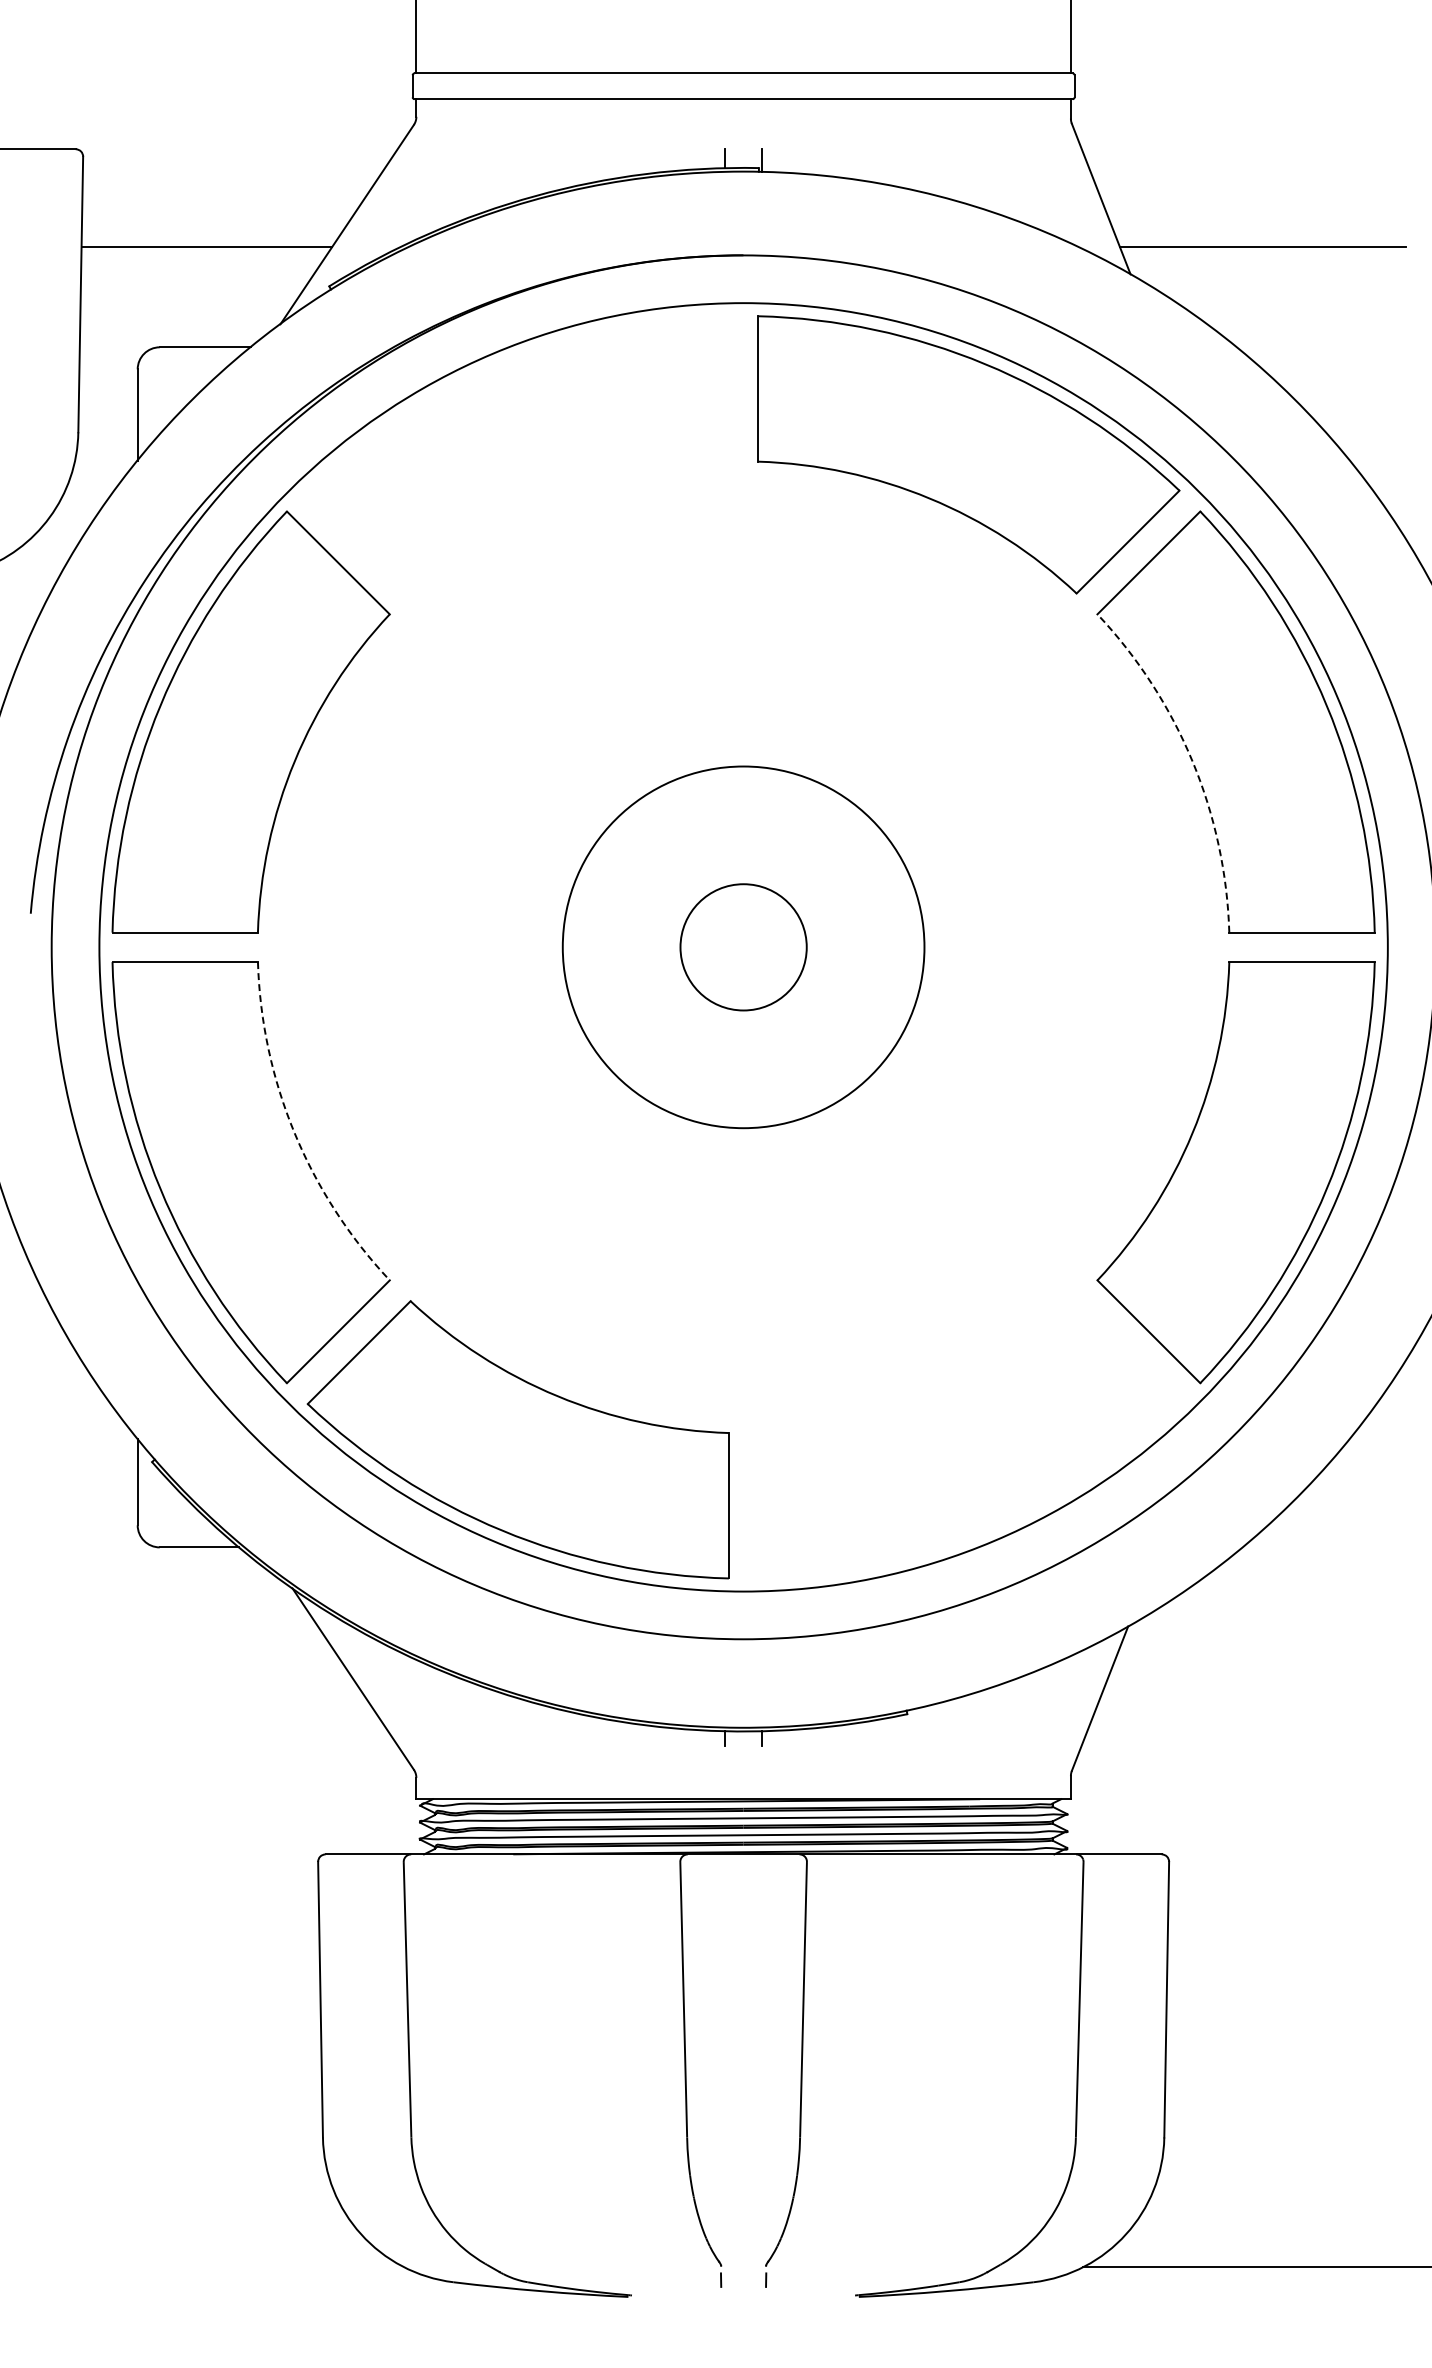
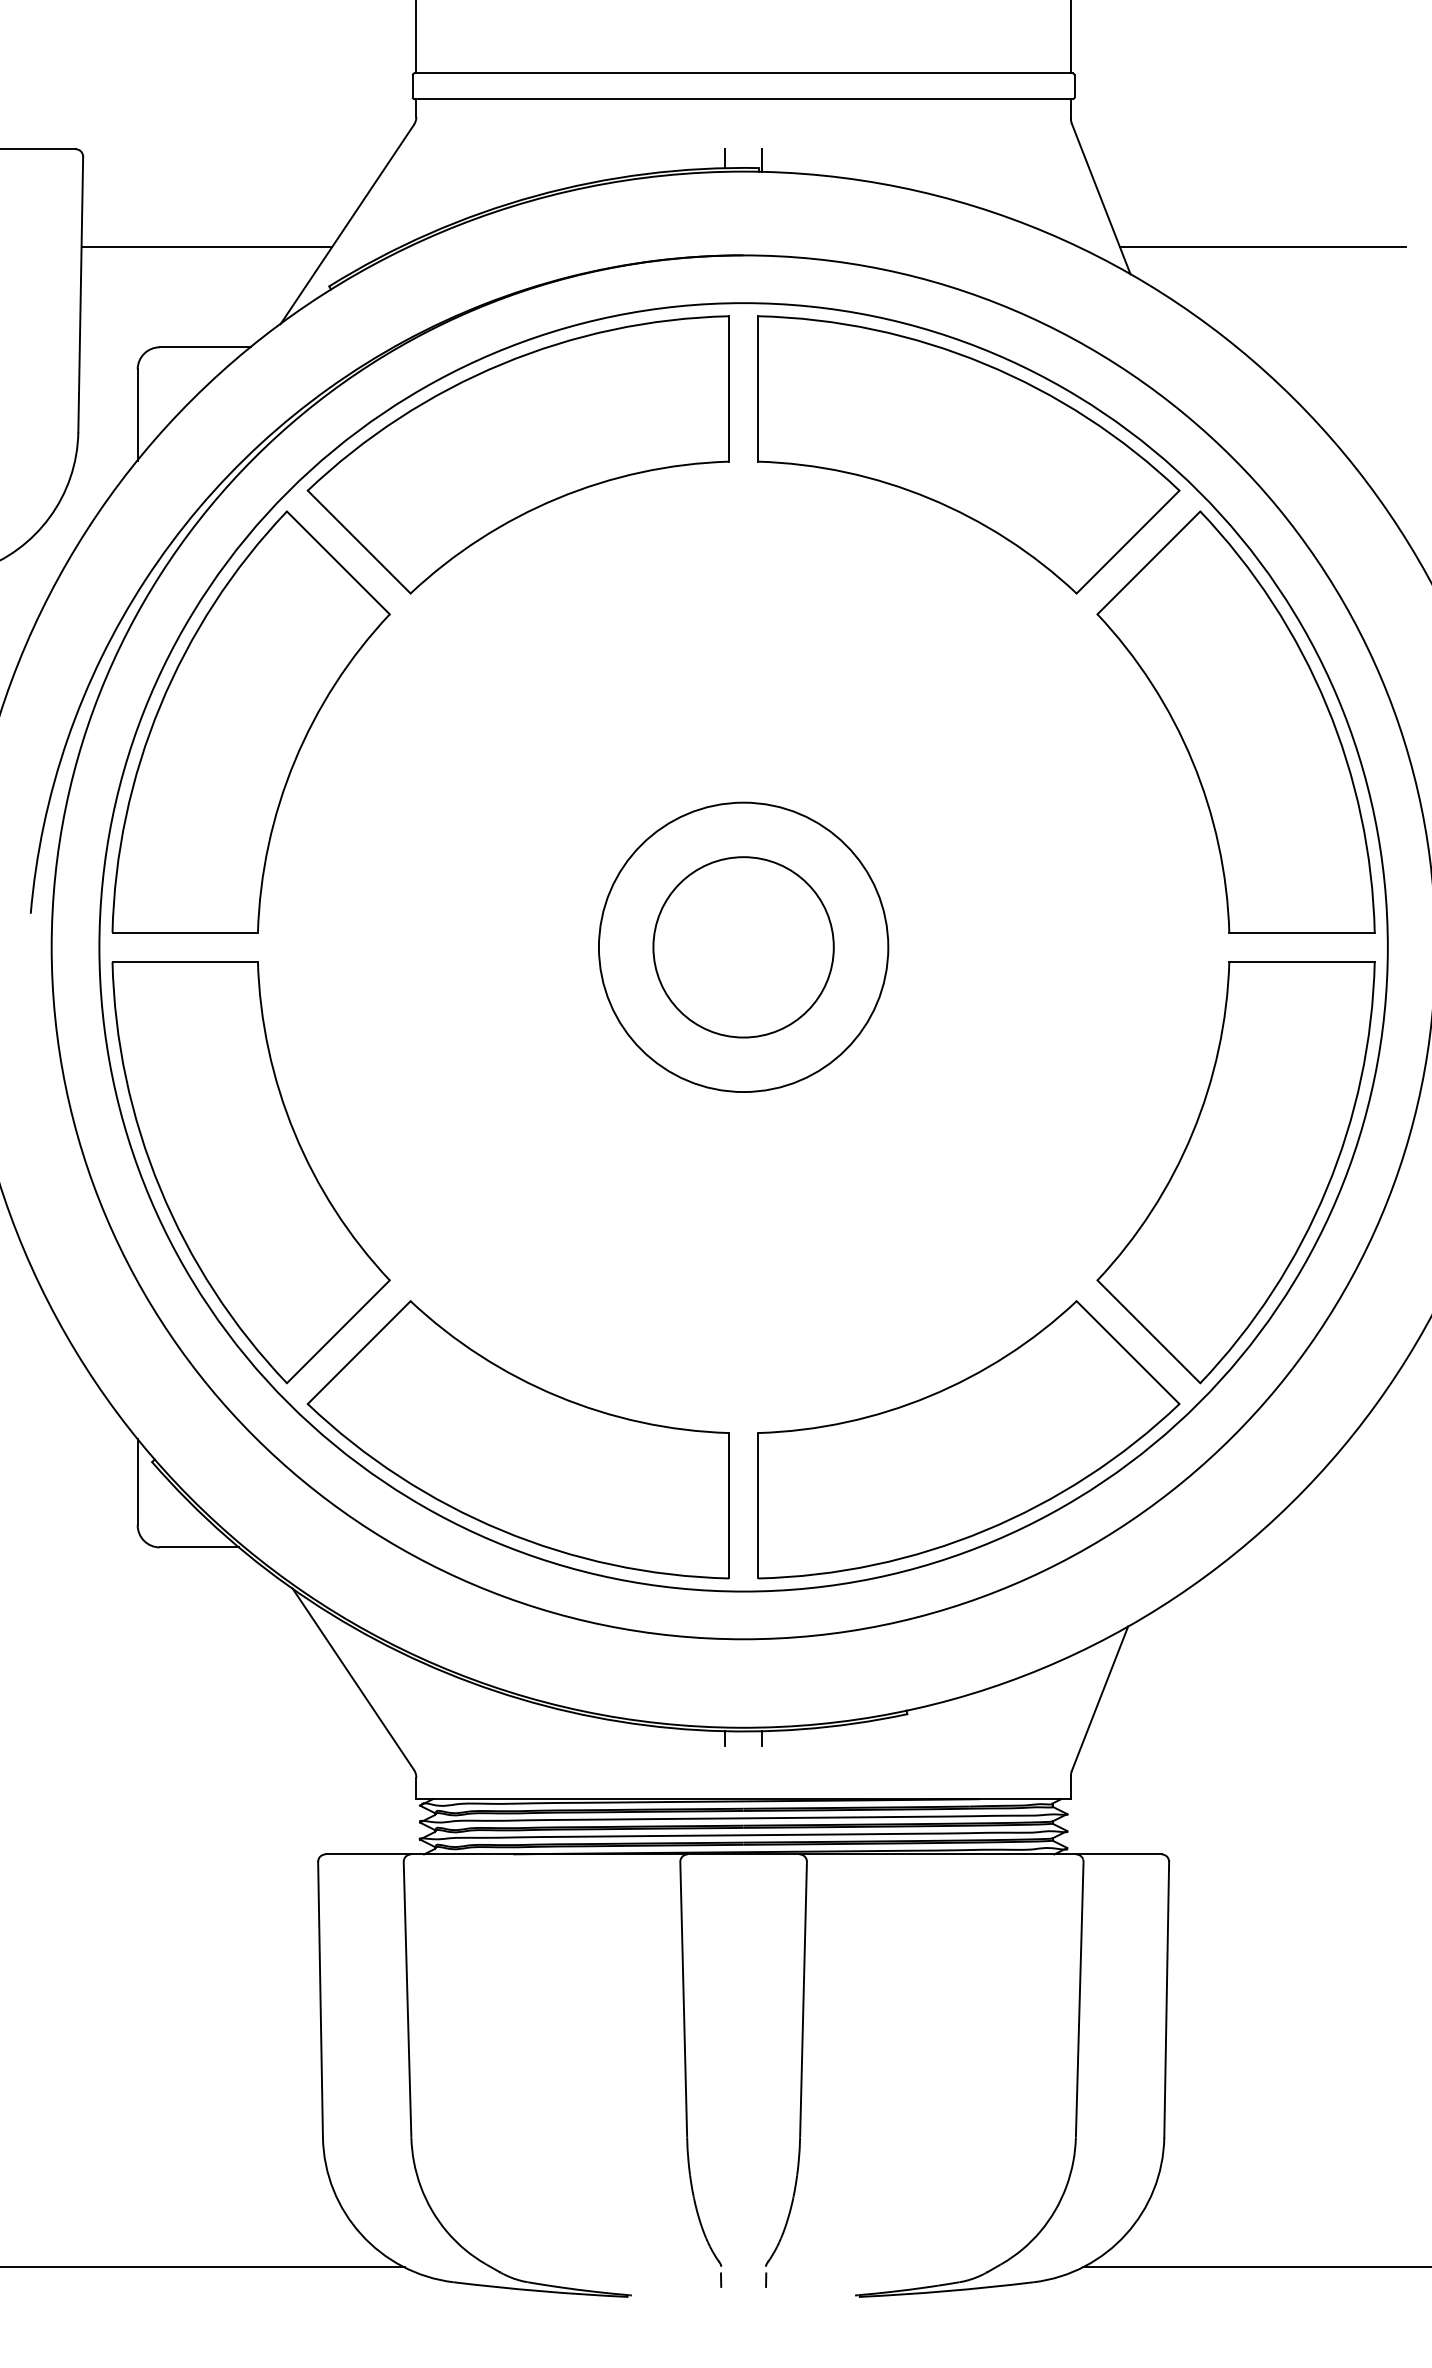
part at (517, 454): none -> present
arc at (1192, 761): dashed -> solid
circle at (743, 947) diameter: 126 px -> 180 px
circle at (743, 947) diameter: 362 px -> 289 px
arc at (294, 1133): dashed -> solid
part at (968, 1439): none -> present
line at (203, 2267): none -> present
